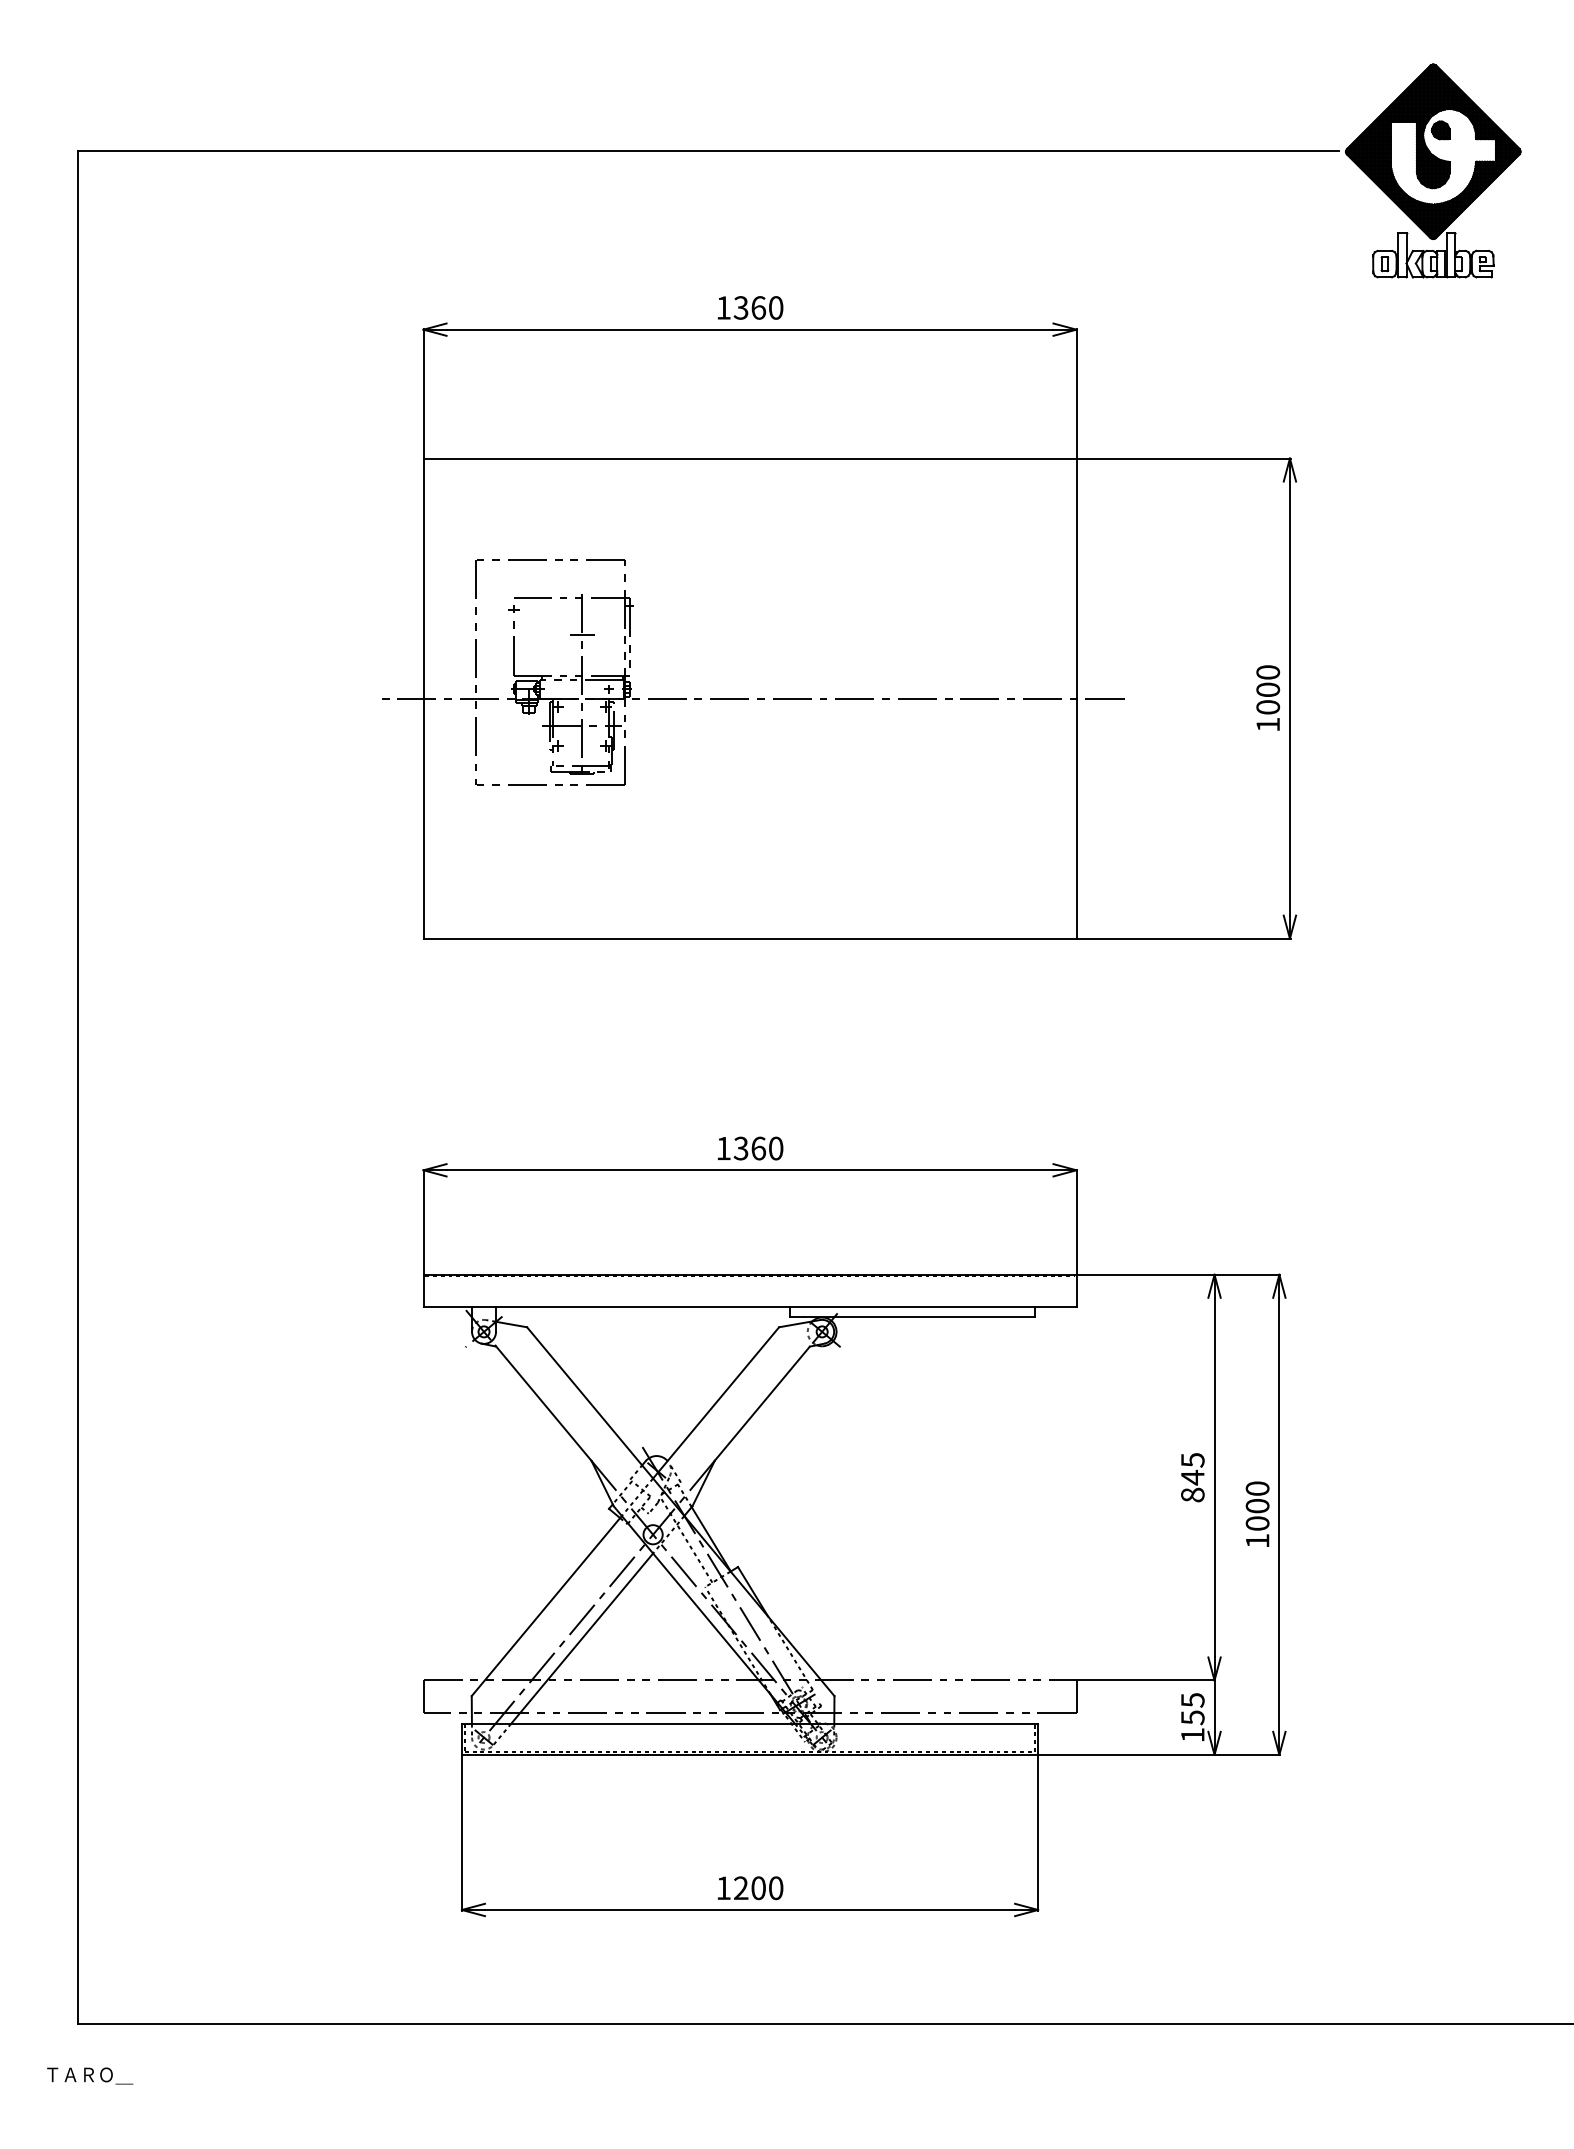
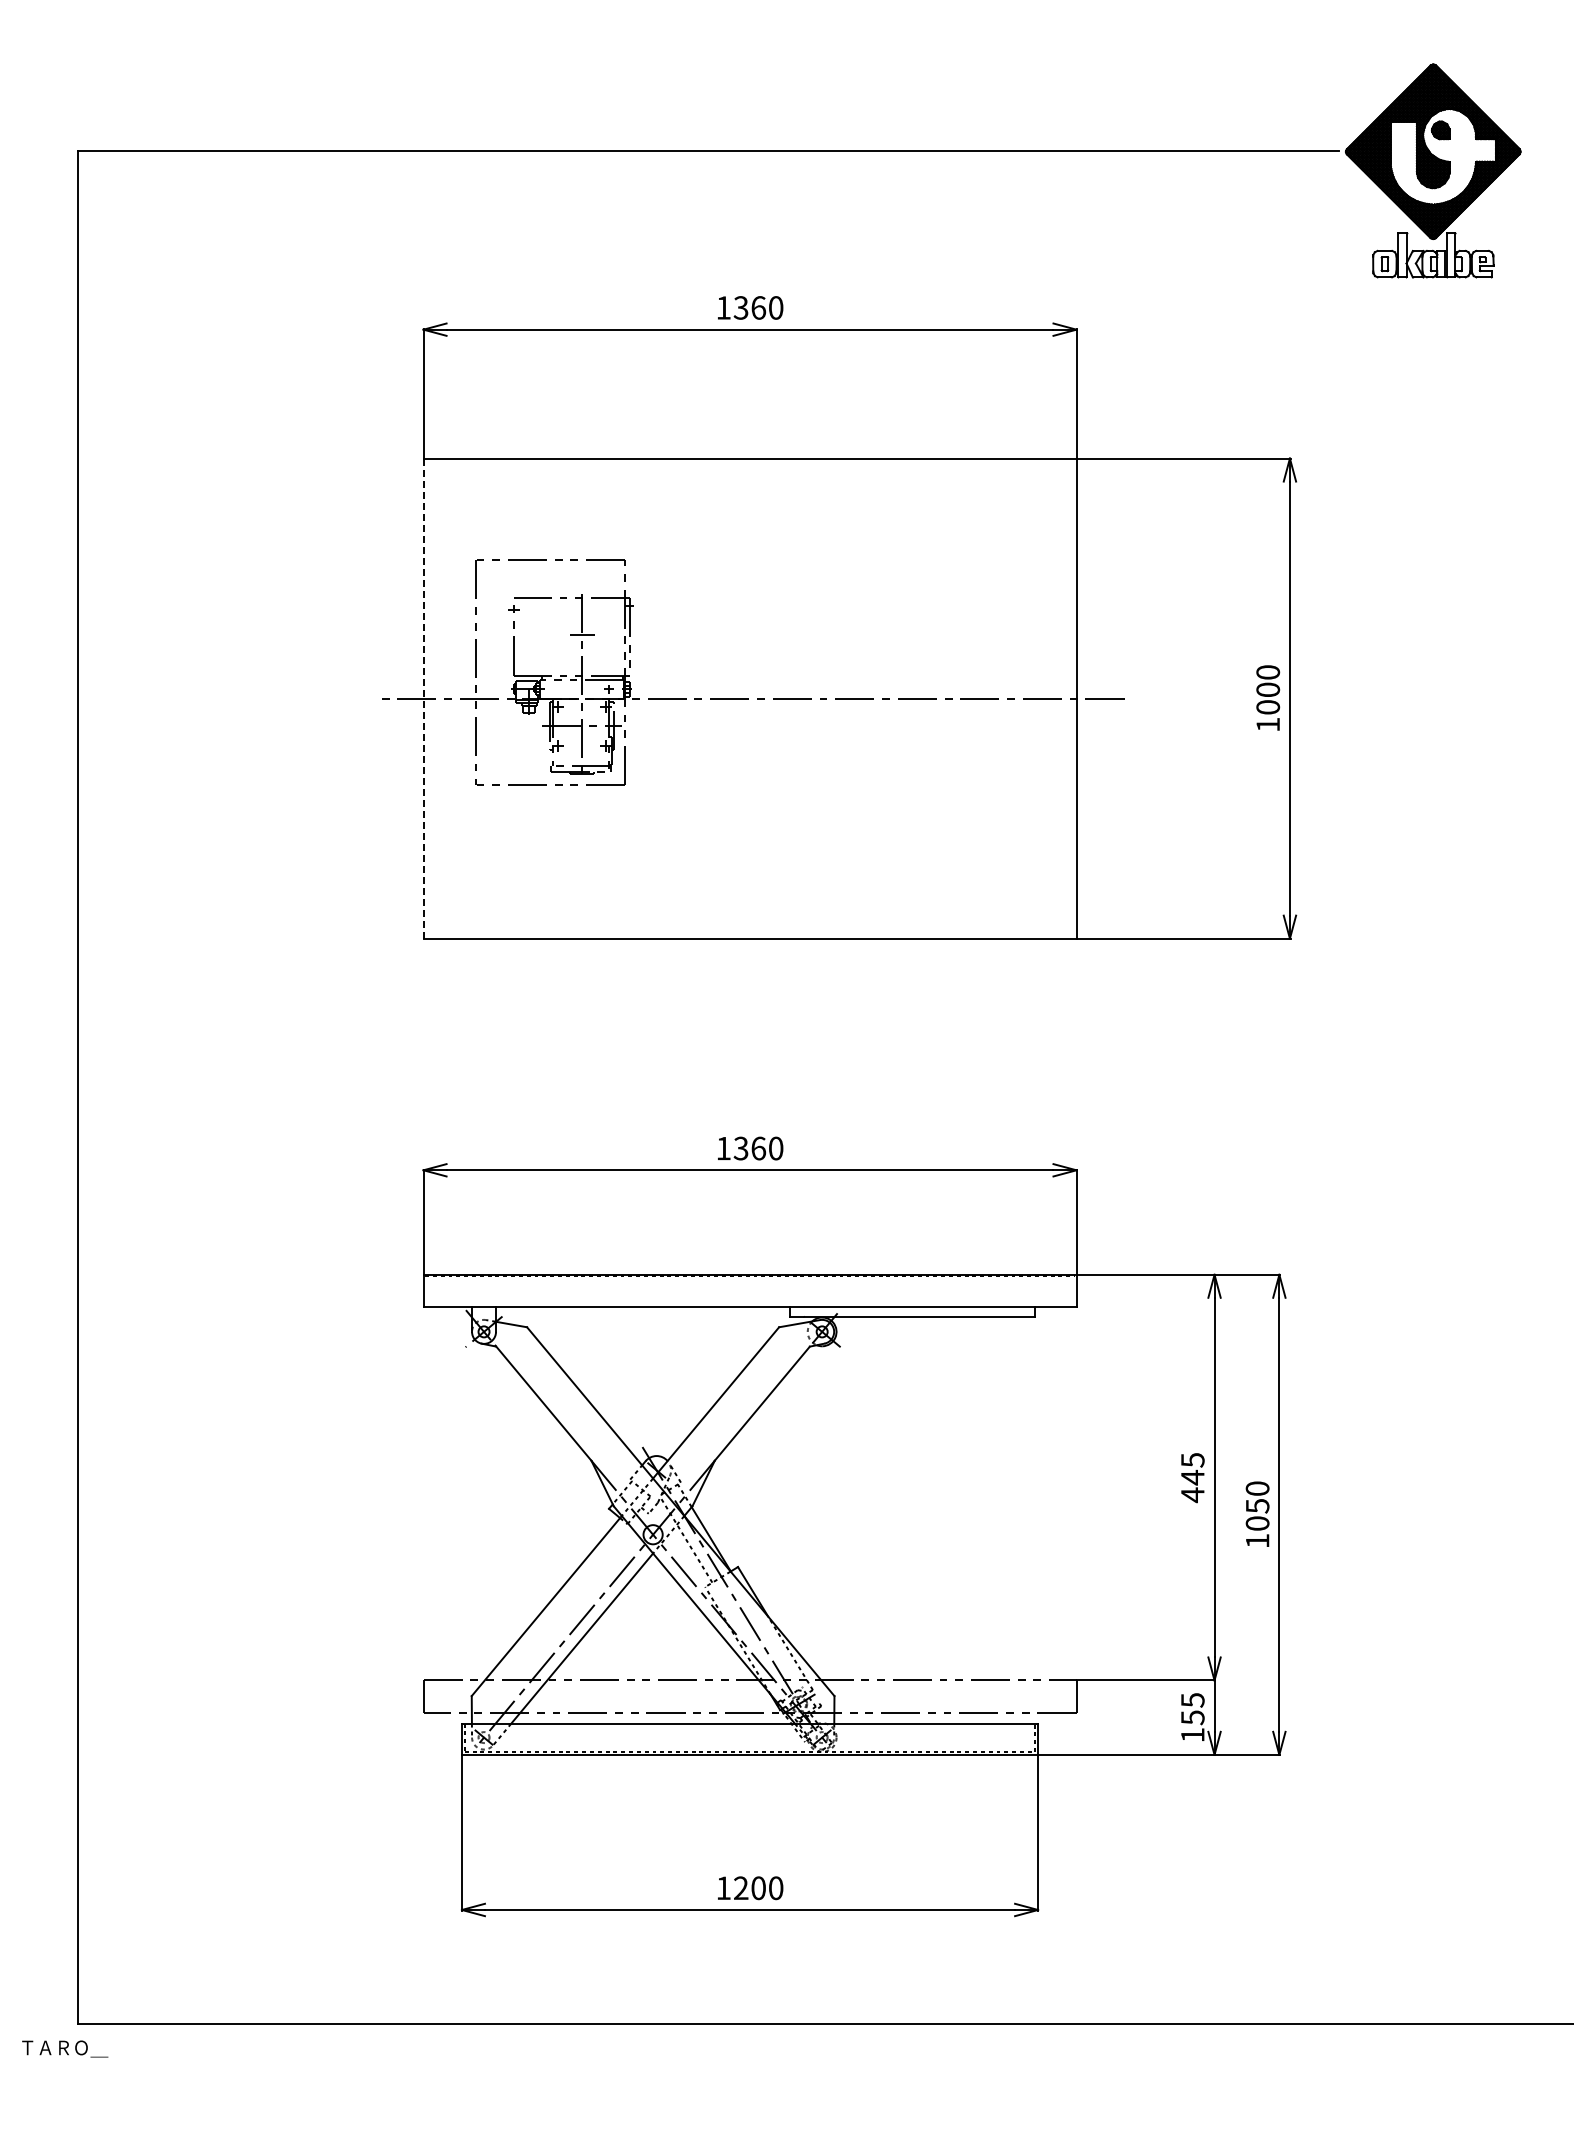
line at (423, 699): solid -> dashed
text at (1192, 1495): 845 -> 445
text at (1257, 1506): 1000 -> 1050
text at (90, 2075) position: (90, 2075) -> (65, 2048)
